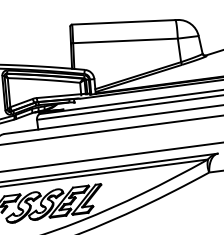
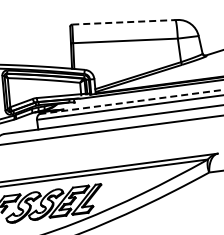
line at (123, 22): solid -> dashed
line at (131, 102): solid -> dashed
line at (111, 156): present -> none
